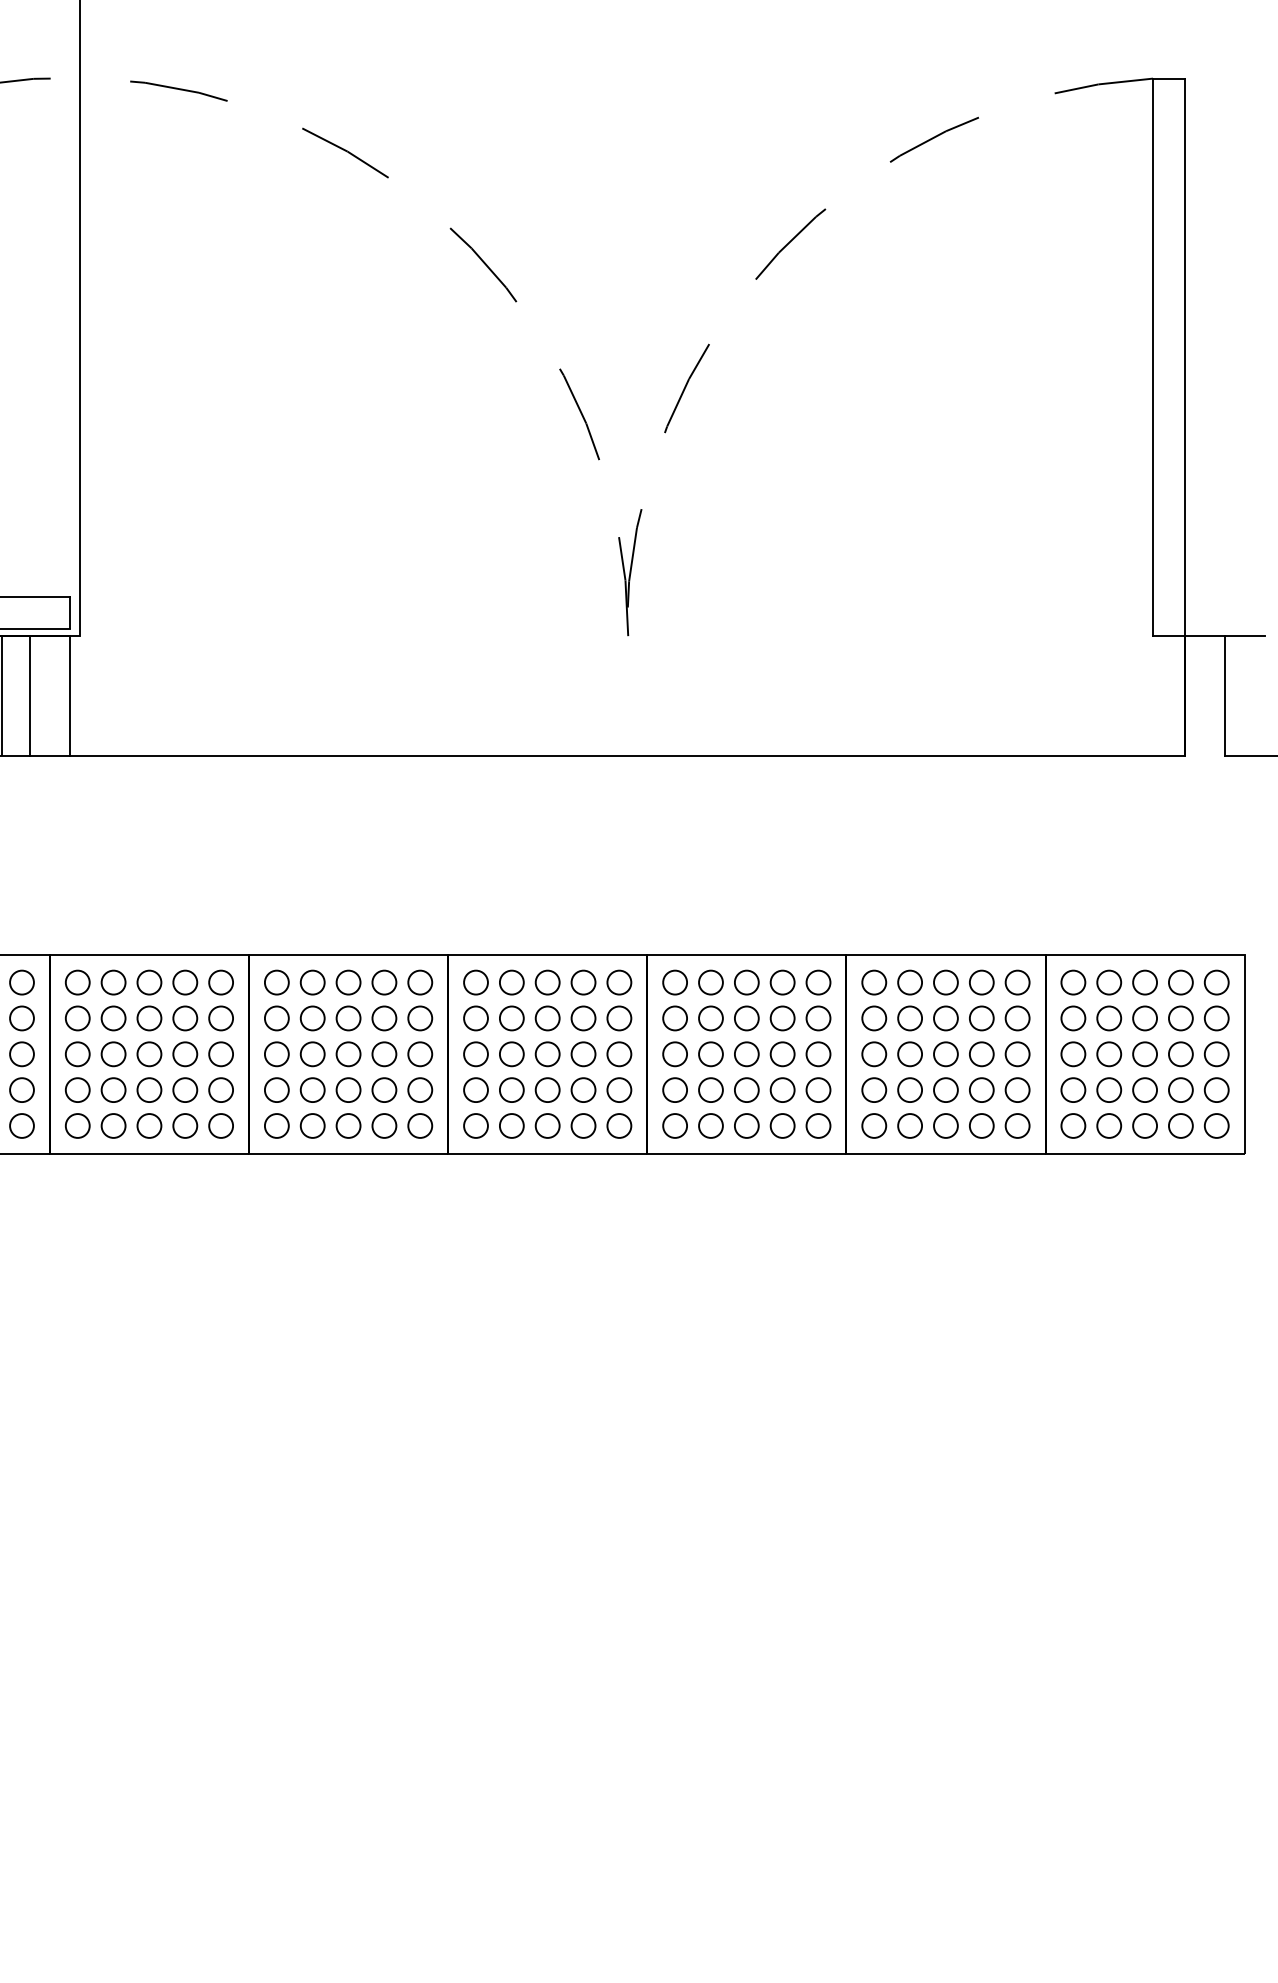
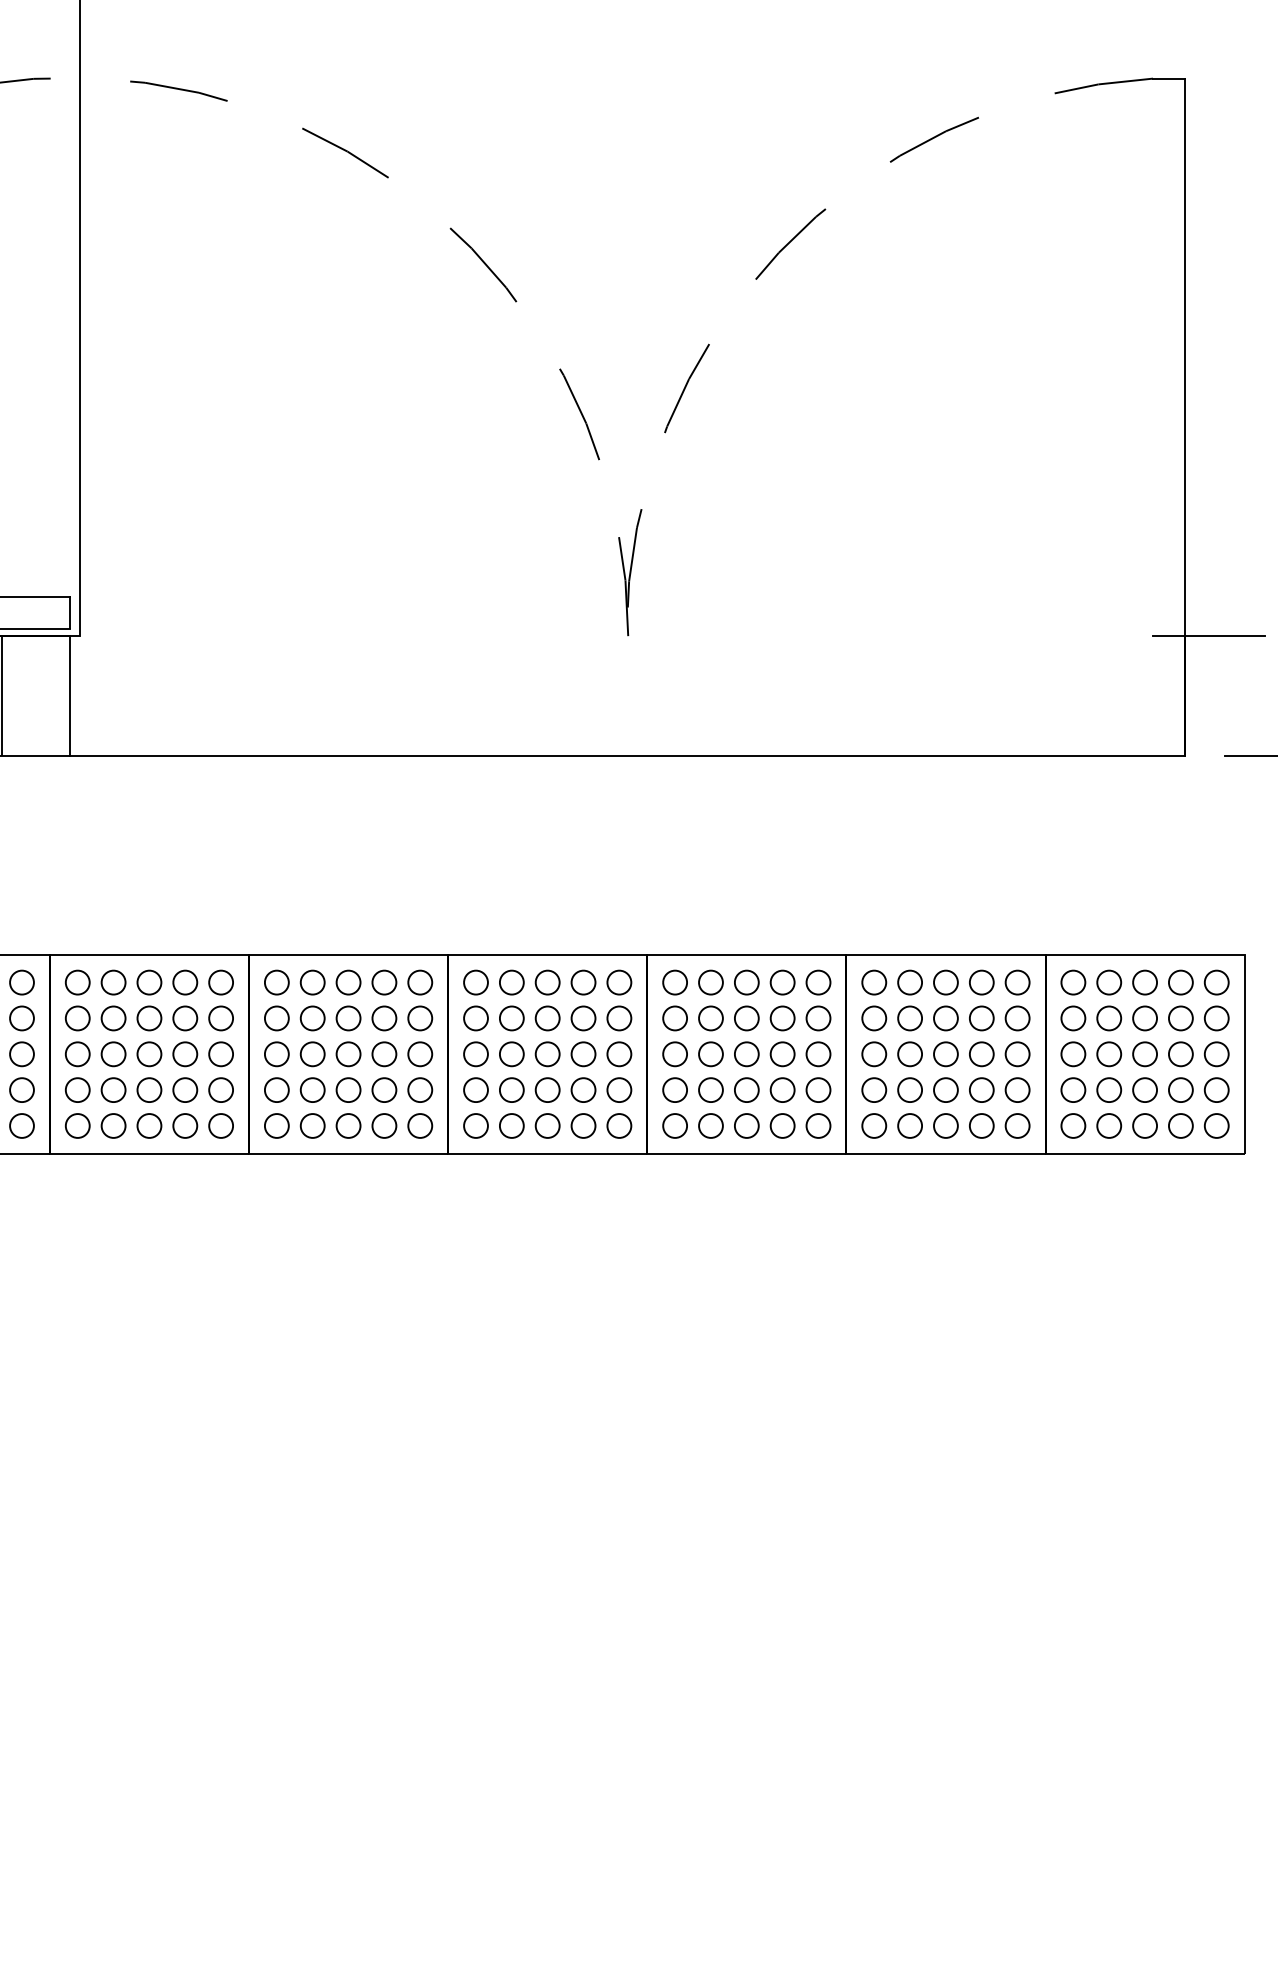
line at (1153, 357): present -> none
line at (29, 695): present -> none
line at (1224, 695): present -> none
